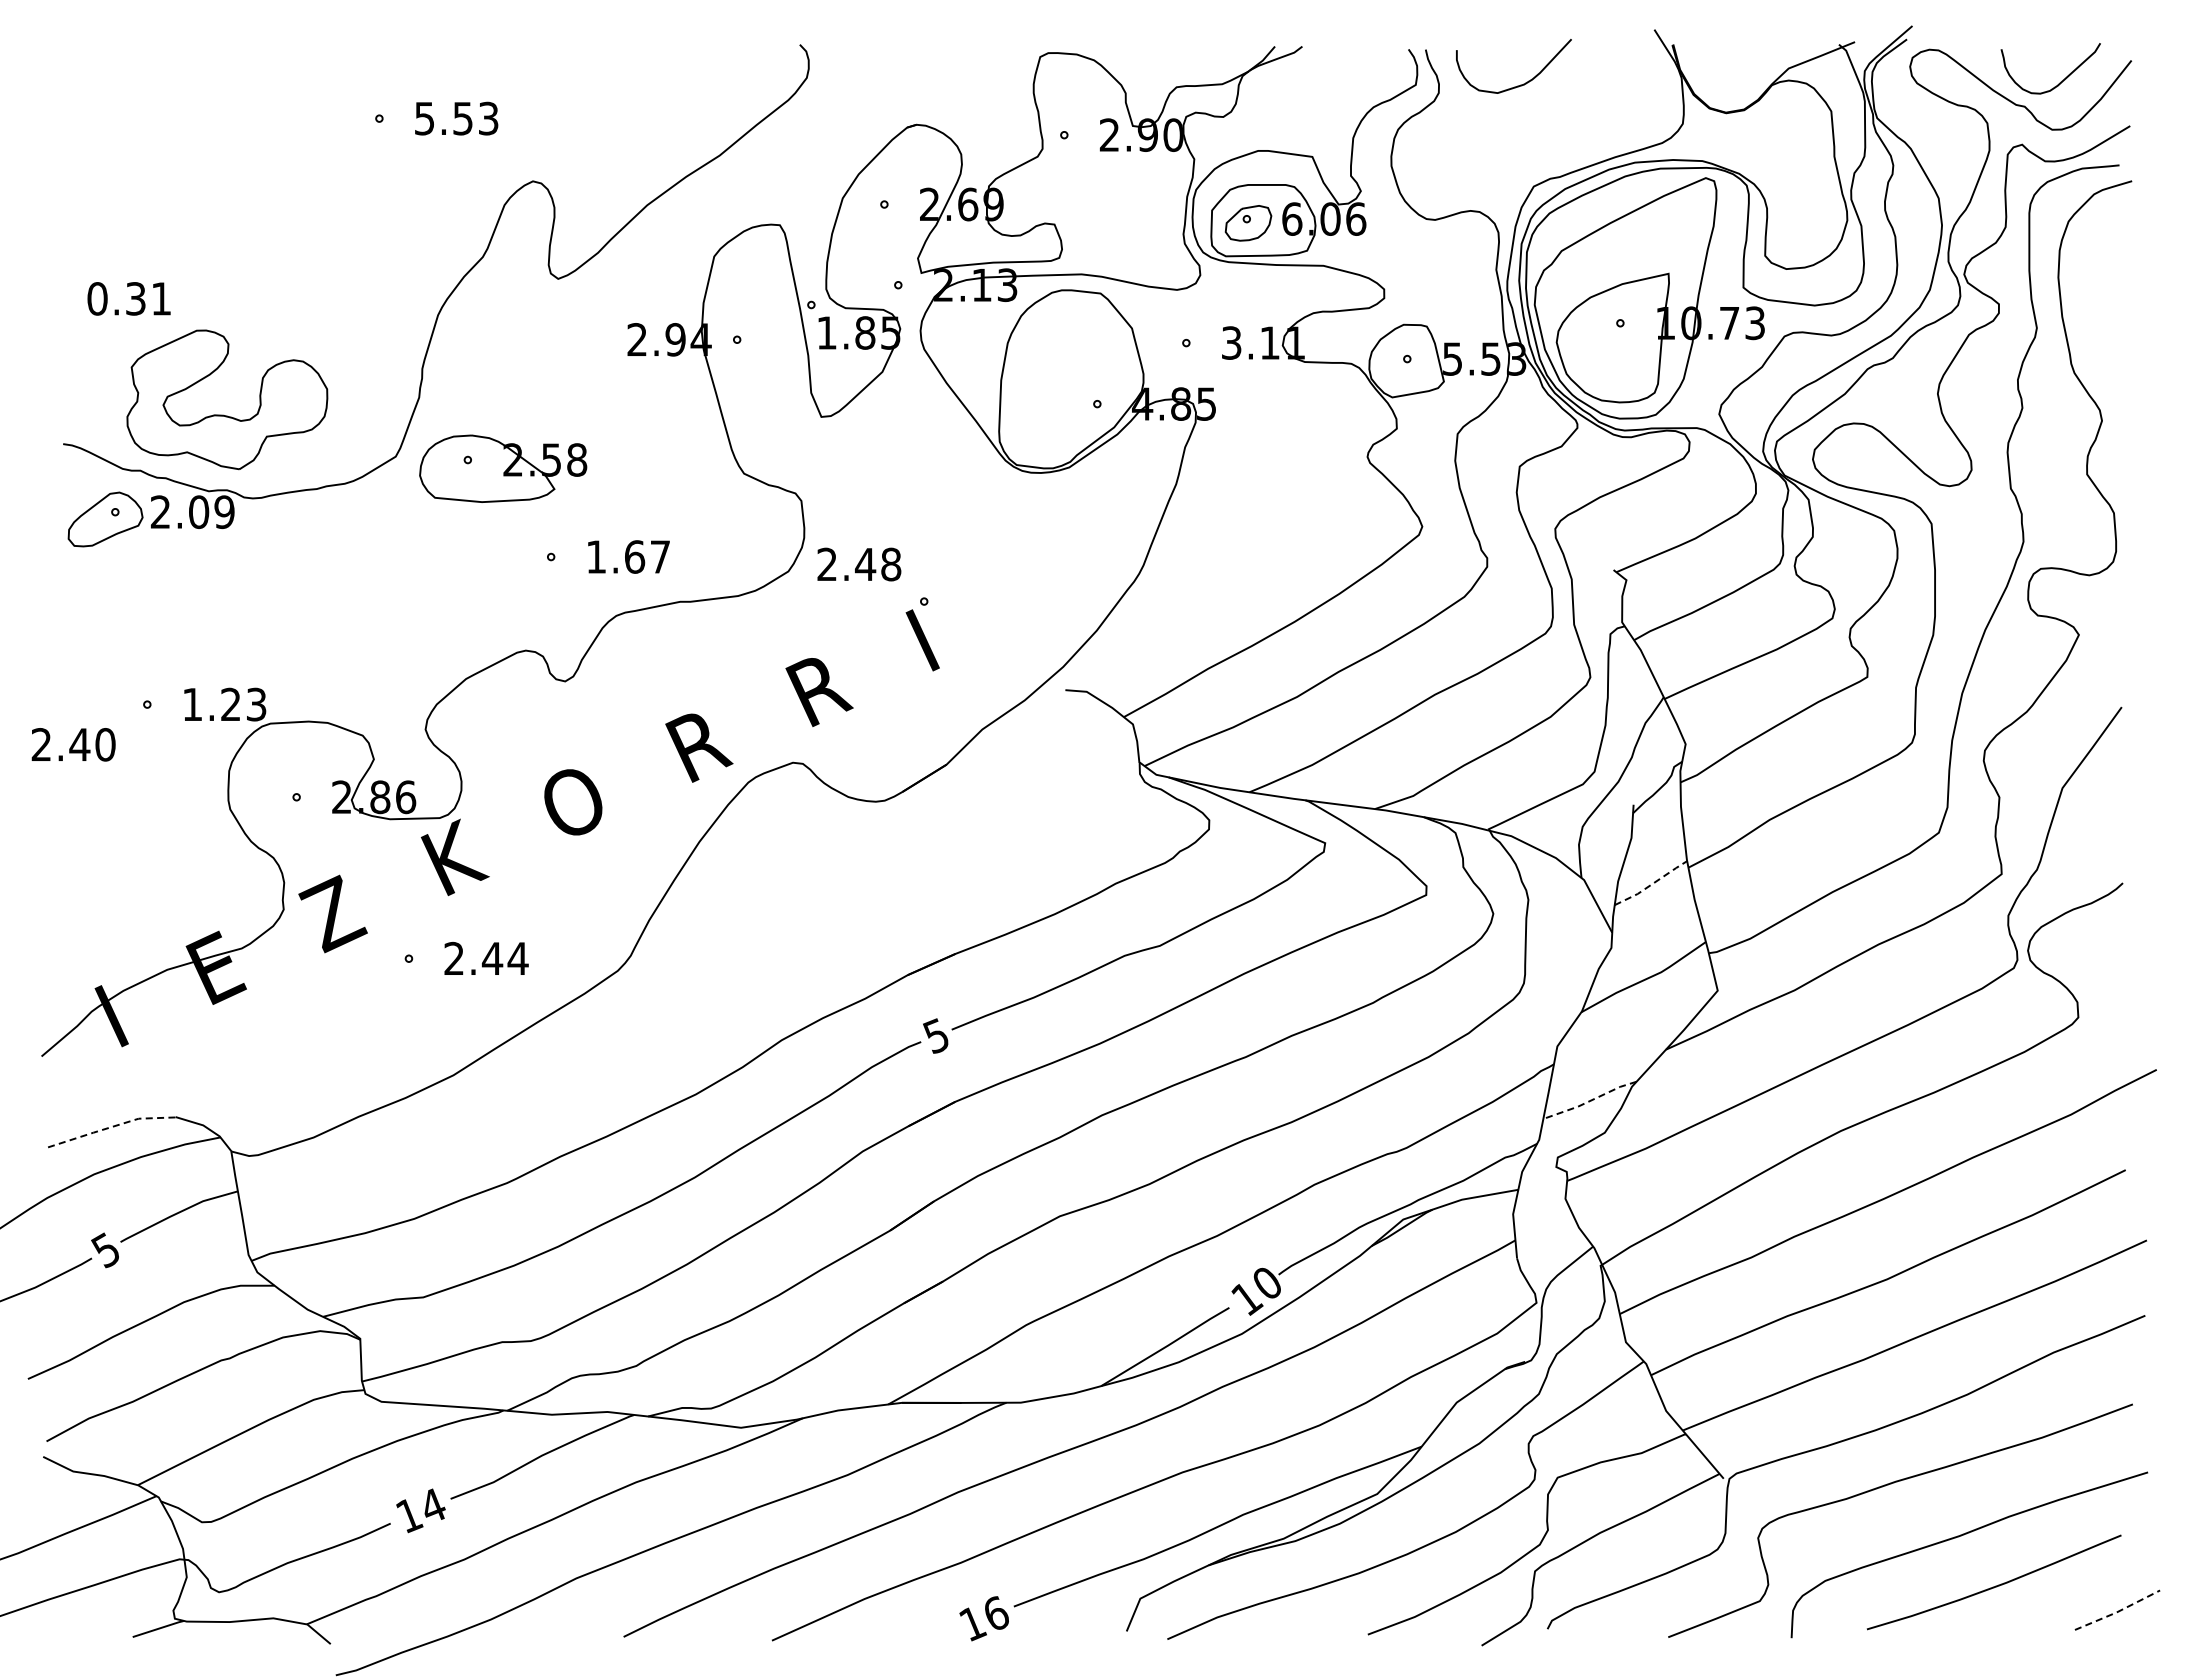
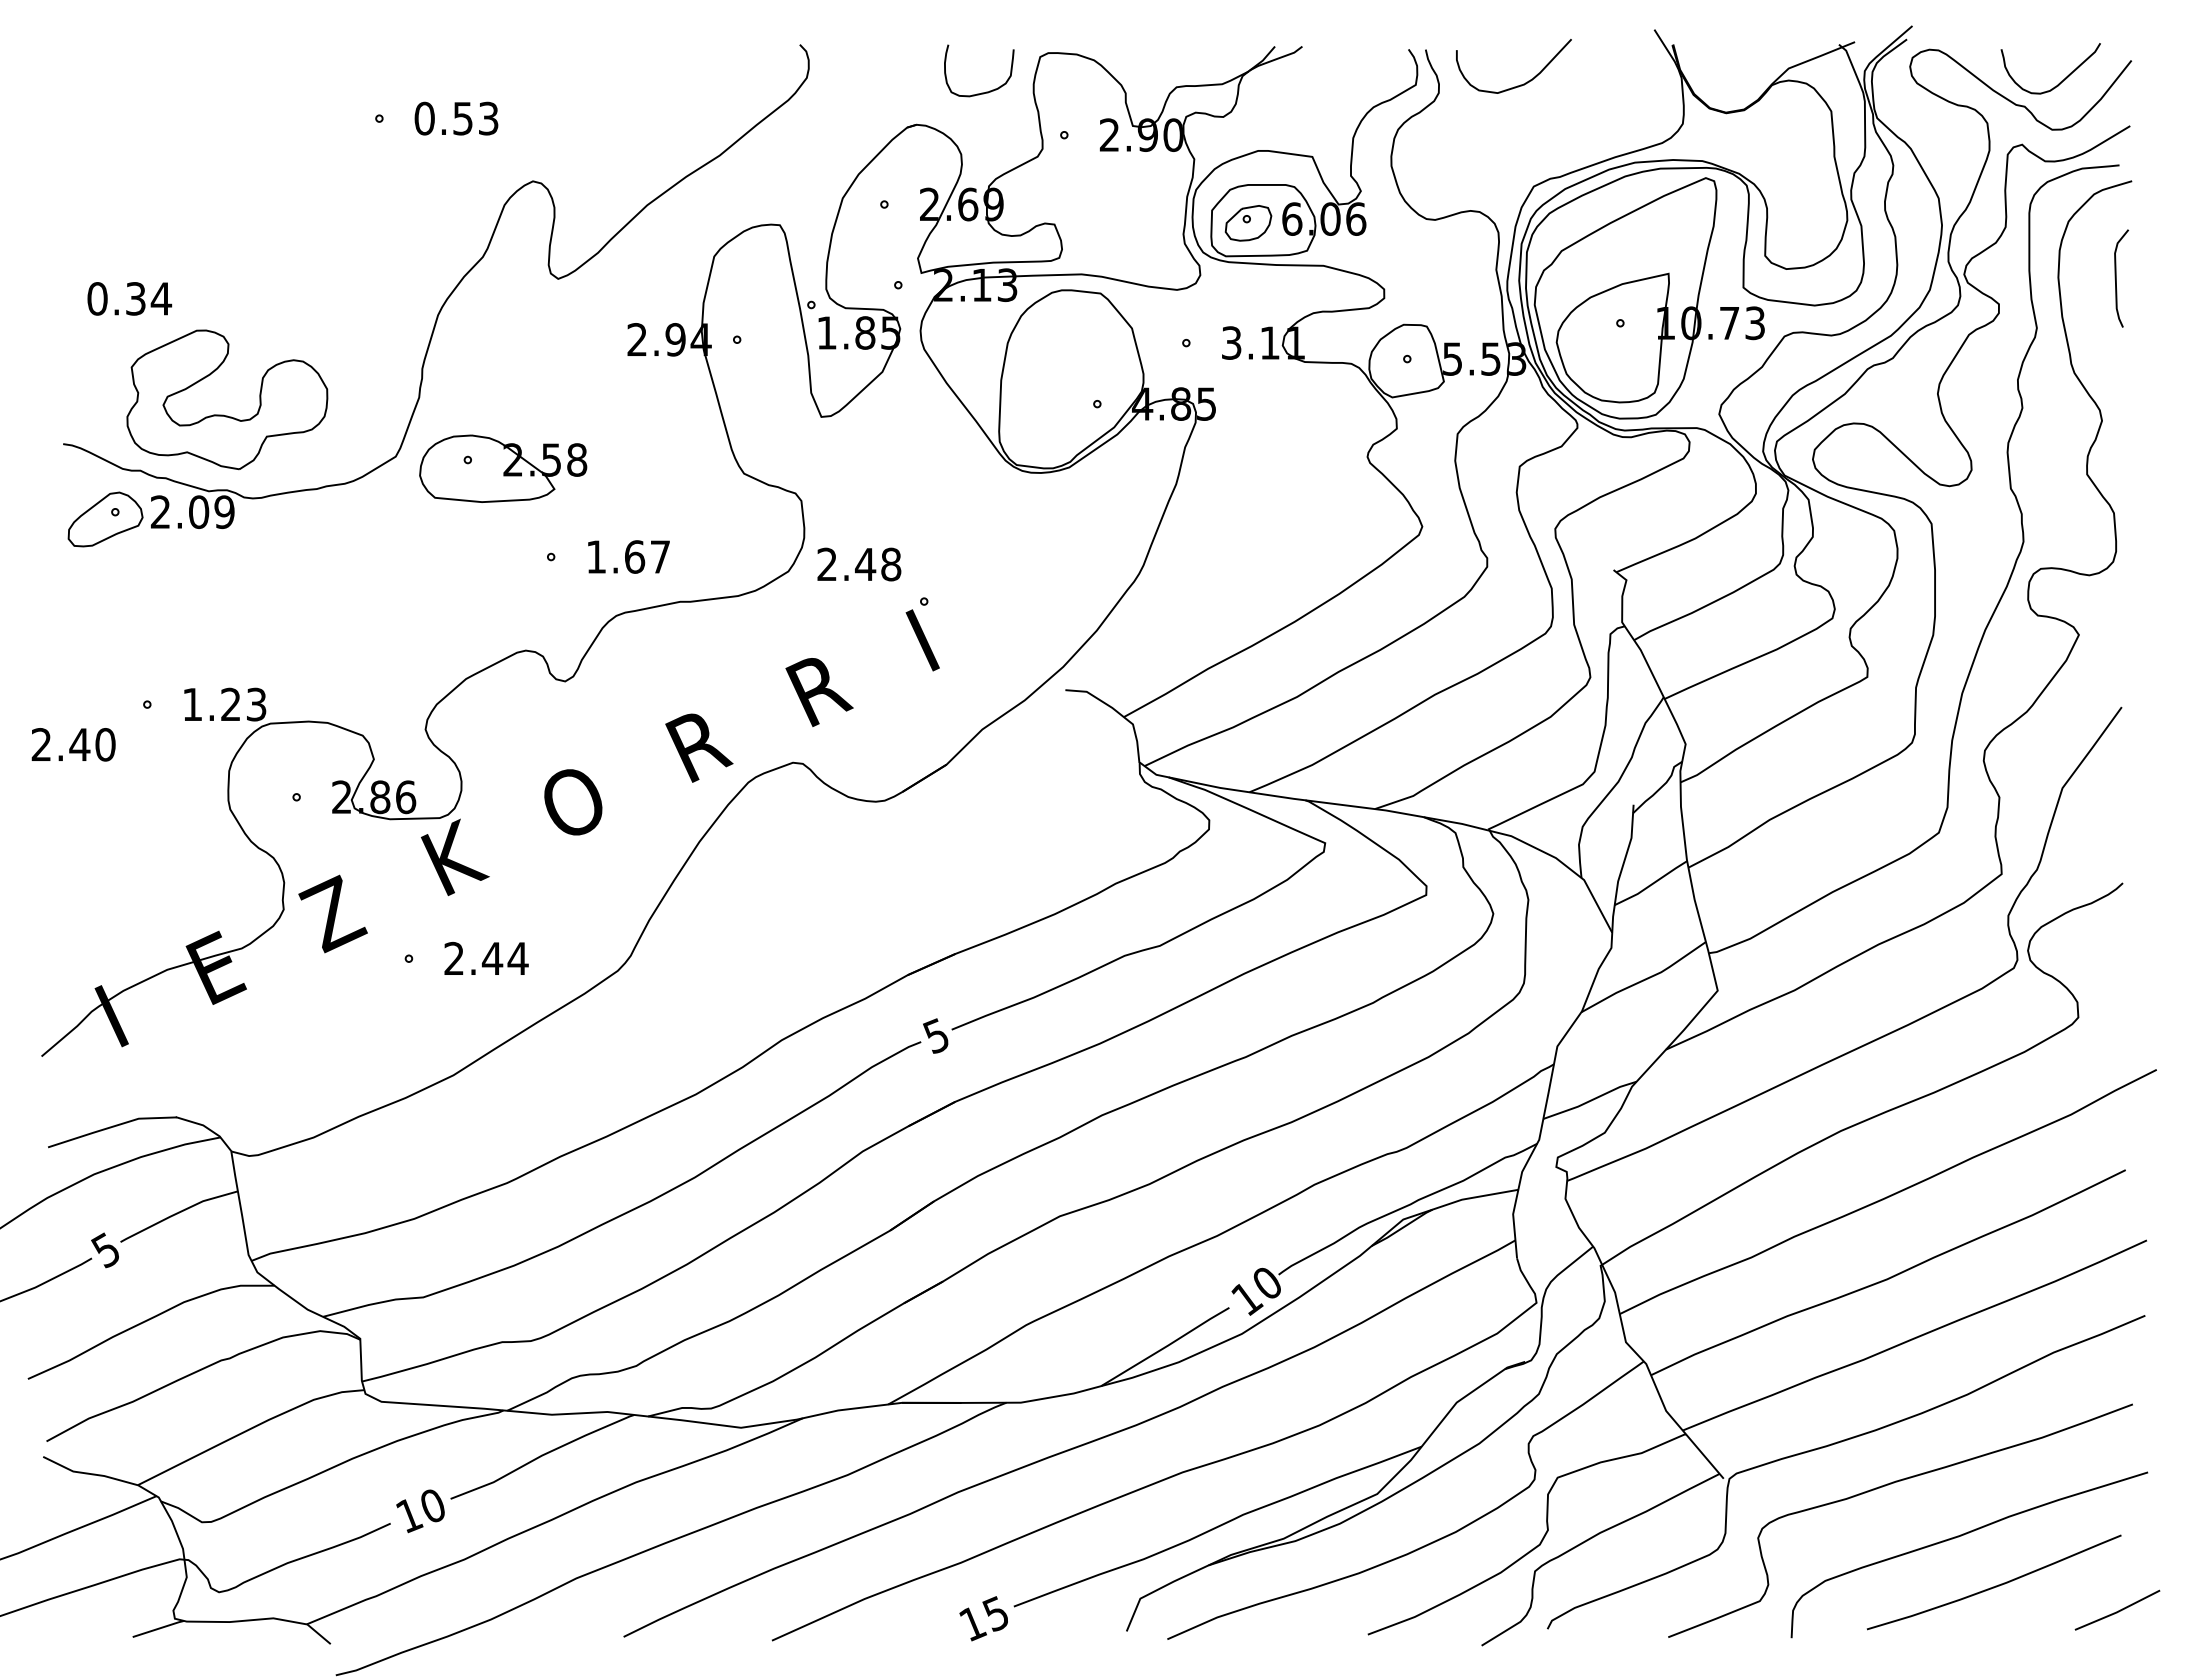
curve at (981, 92): none -> present
text at (424, 118): 5.53 -> 0.53
curve at (2116, 278): none -> present
text at (161, 298): 0.31 -> 0.34
line at (1652, 884): dashed -> solid
line at (1590, 1100): dashed -> solid
line at (112, 1126): dashed -> solid
text at (433, 1505): 14 -> 10
line at (2117, 1612): dashed -> solid
text at (995, 1613): 16 -> 15
